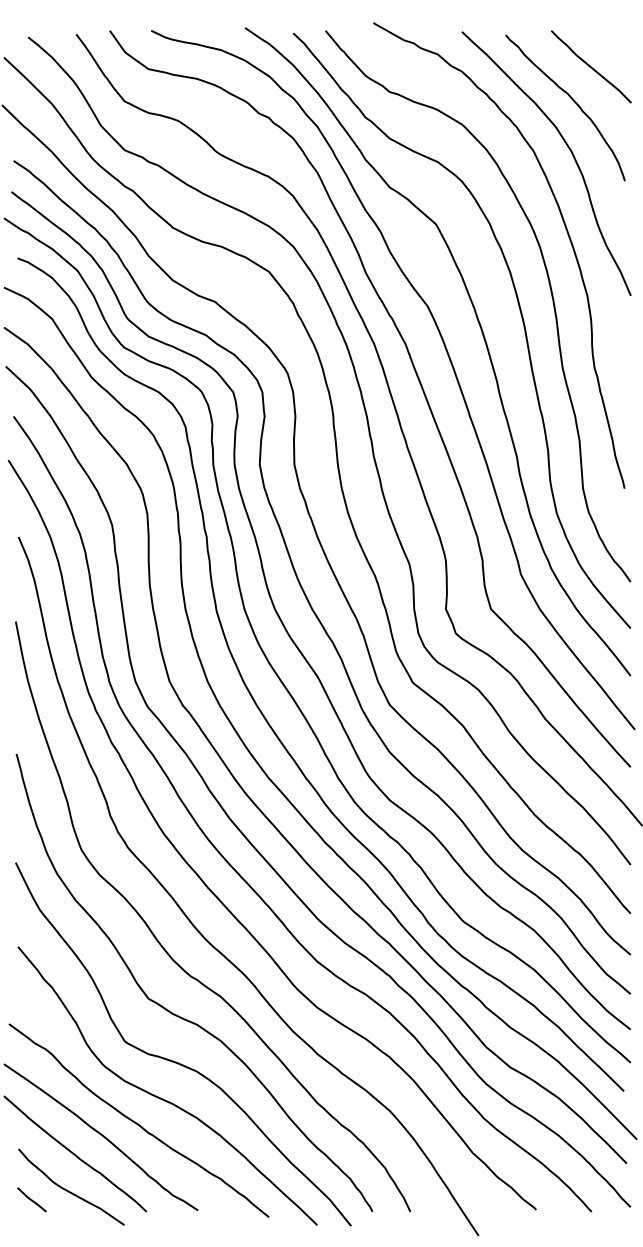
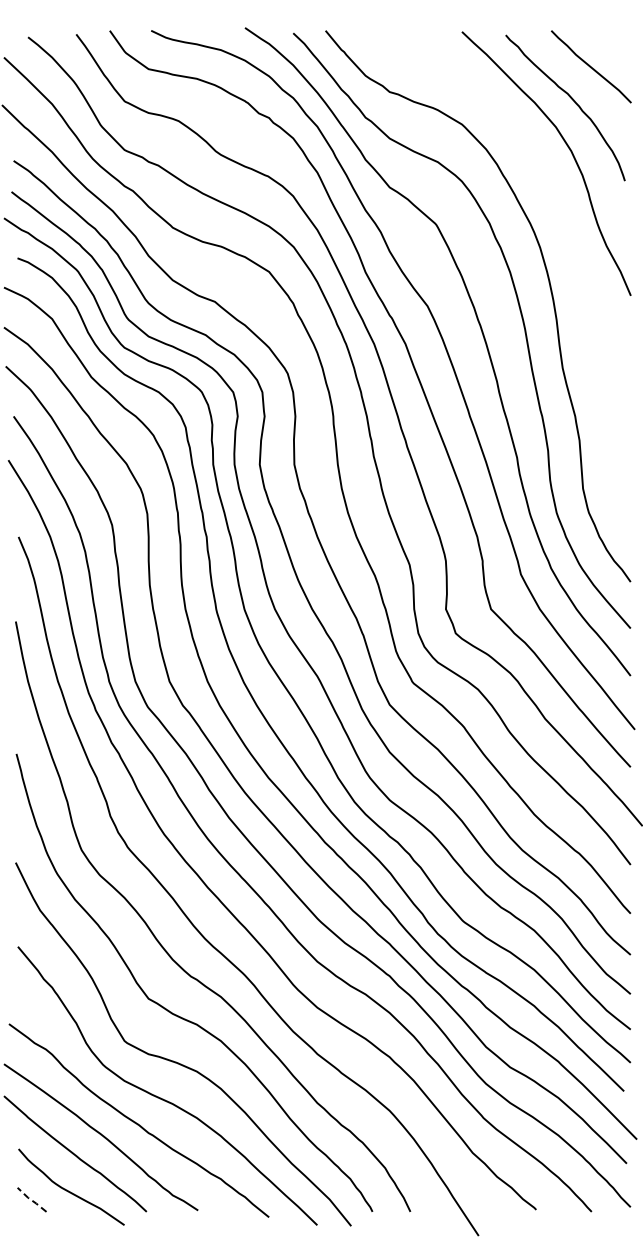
curve at (566, 232): present -> none
line at (31, 1200): solid -> dashed
